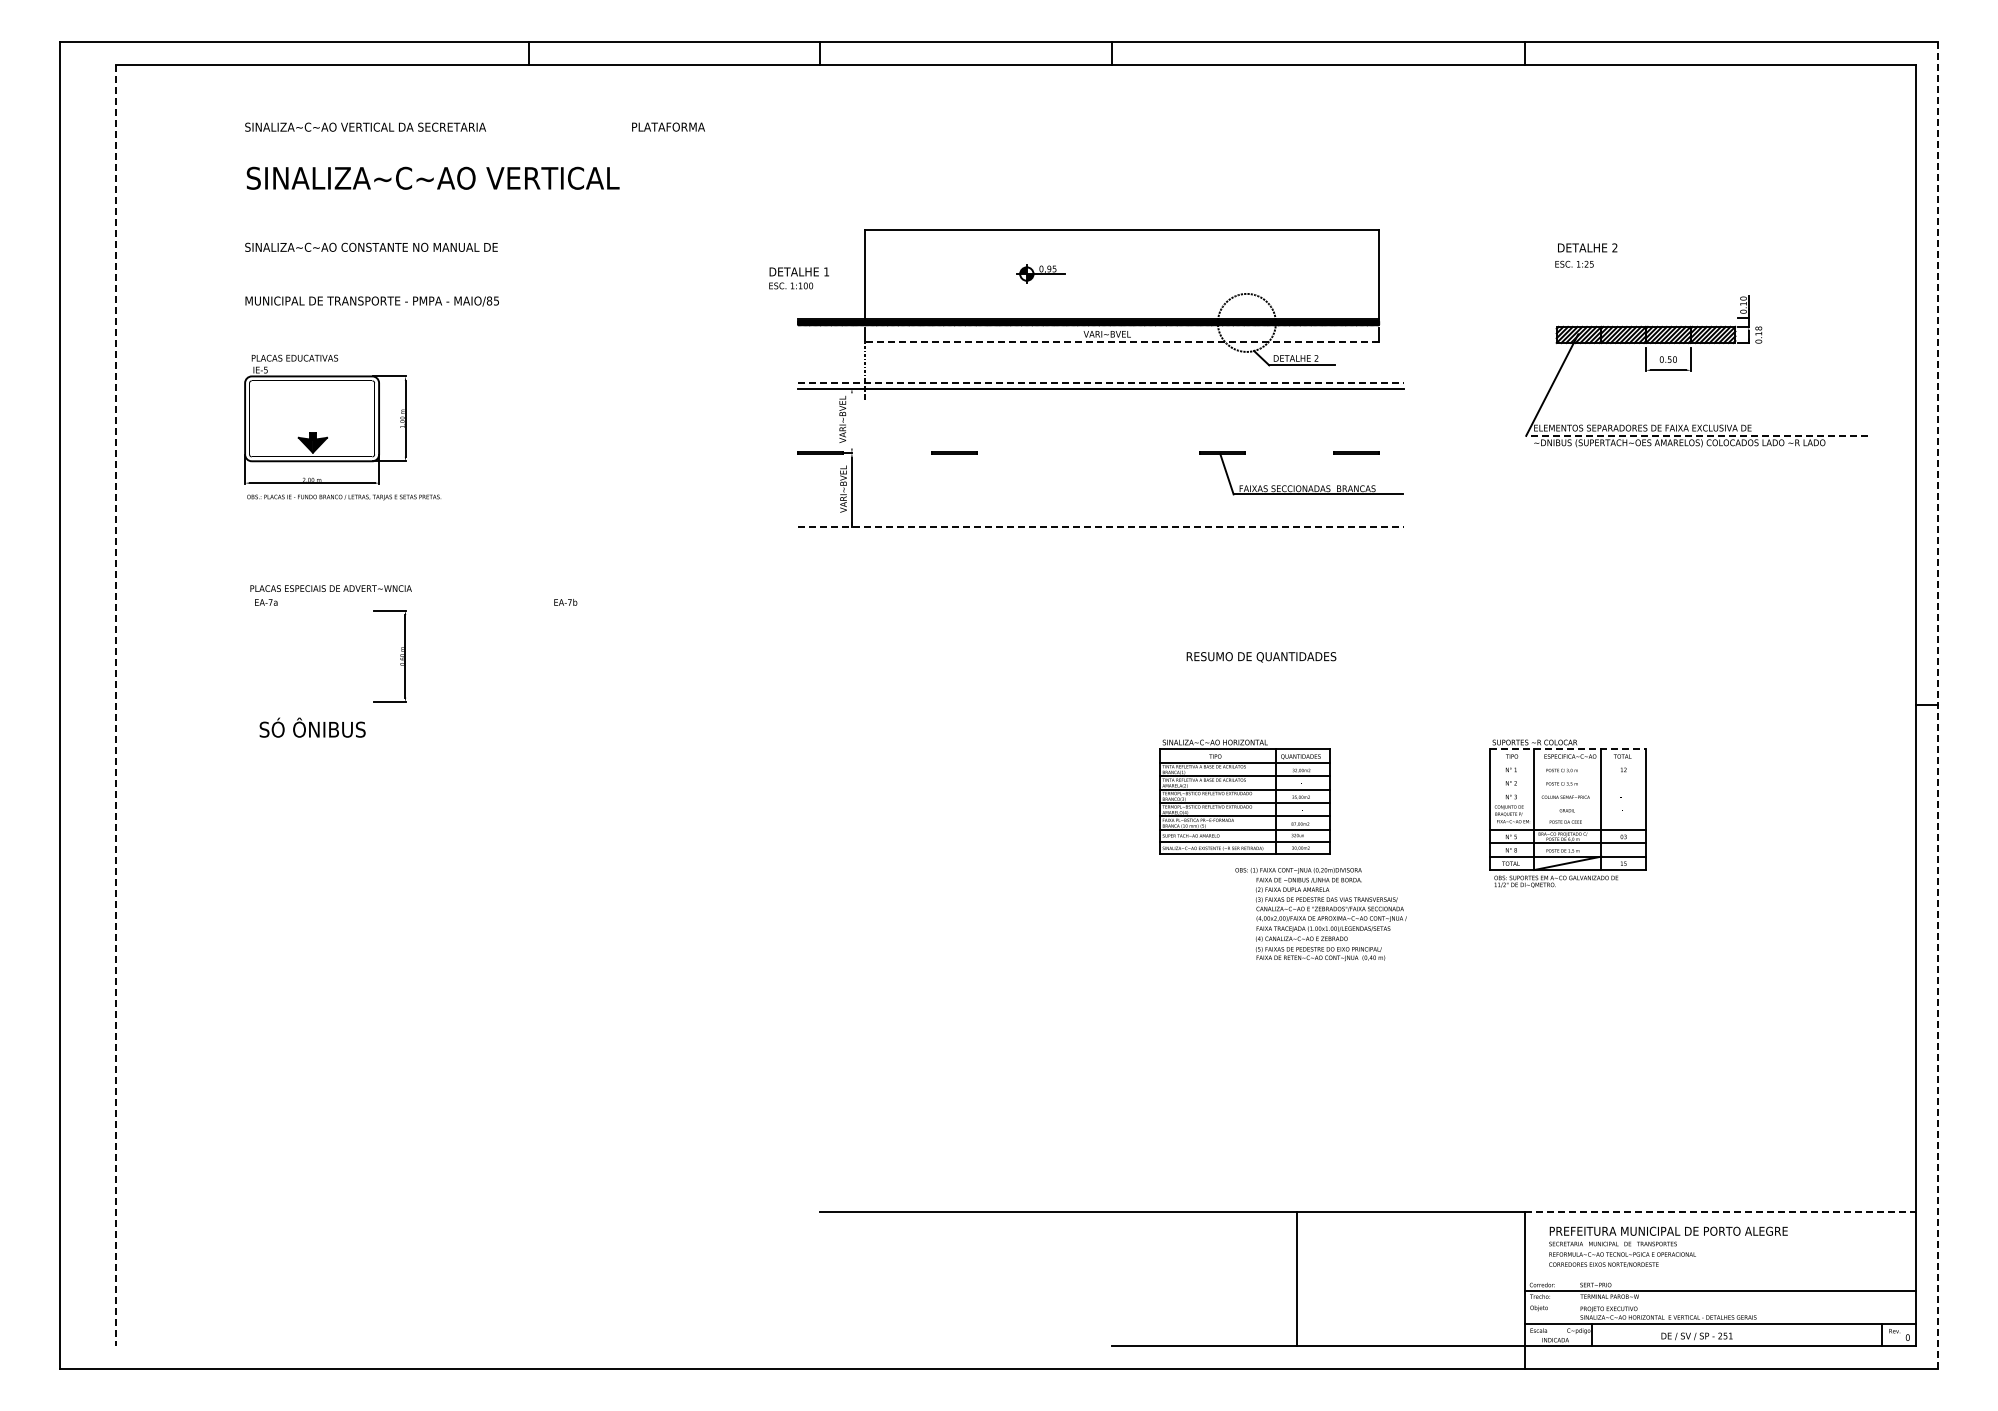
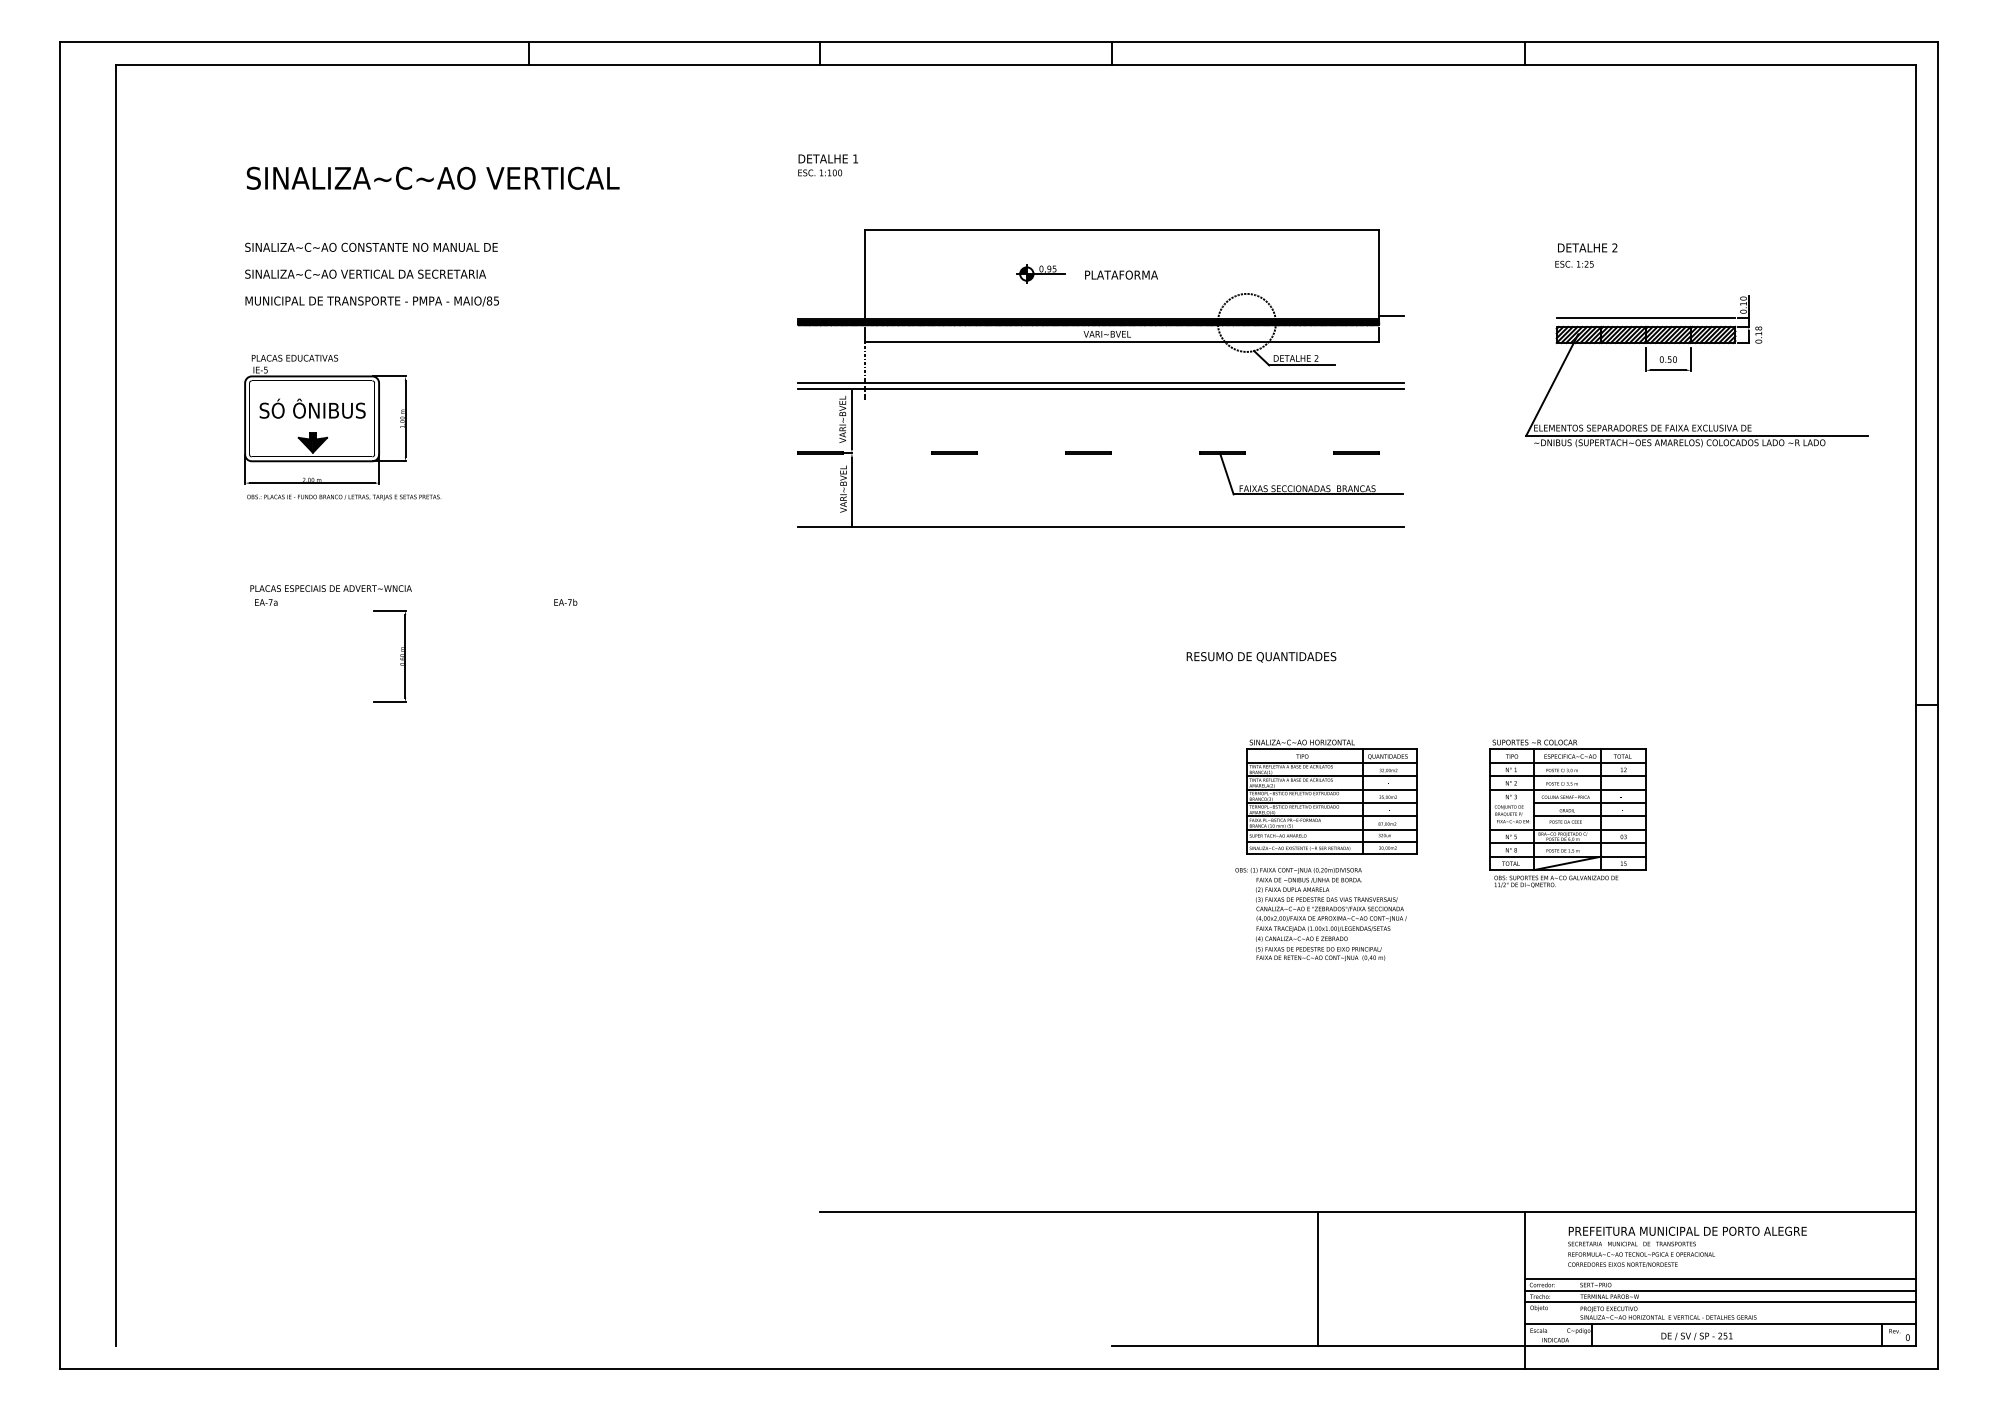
text at (365, 126) position: (365, 126) -> (365, 273)
text at (668, 126) position: (668, 126) -> (1121, 274)
text at (798, 278) position: (798, 278) -> (827, 165)
line at (1391, 315): none -> present
line at (1645, 318): none -> present
line at (1122, 341): dashed -> solid
line at (1101, 383): dashed -> solid
line at (851, 419): none -> present
line at (1697, 435): dashed -> solid
line at (1088, 452): none -> present
line at (1101, 526): dashed -> solid
line at (115, 705): dashed -> solid
line at (1938, 705): dashed -> solid
text at (312, 727) position: (312, 727) -> (312, 408)
line at (1568, 749): dashed -> solid
line at (1567, 762): none -> present
line at (1567, 776): none -> present
line at (1567, 789): none -> present
part at (1244, 796) position: (1244, 796) -> (1331, 796)
line at (1590, 803): none -> present
line at (1590, 816): none -> present
line at (1720, 1212): dashed -> solid
text at (1668, 1246) position: (1668, 1246) -> (1687, 1246)
line at (1297, 1279) position: (1297, 1279) -> (1318, 1279)
line at (1719, 1279): none -> present
line at (1719, 1301): none -> present
